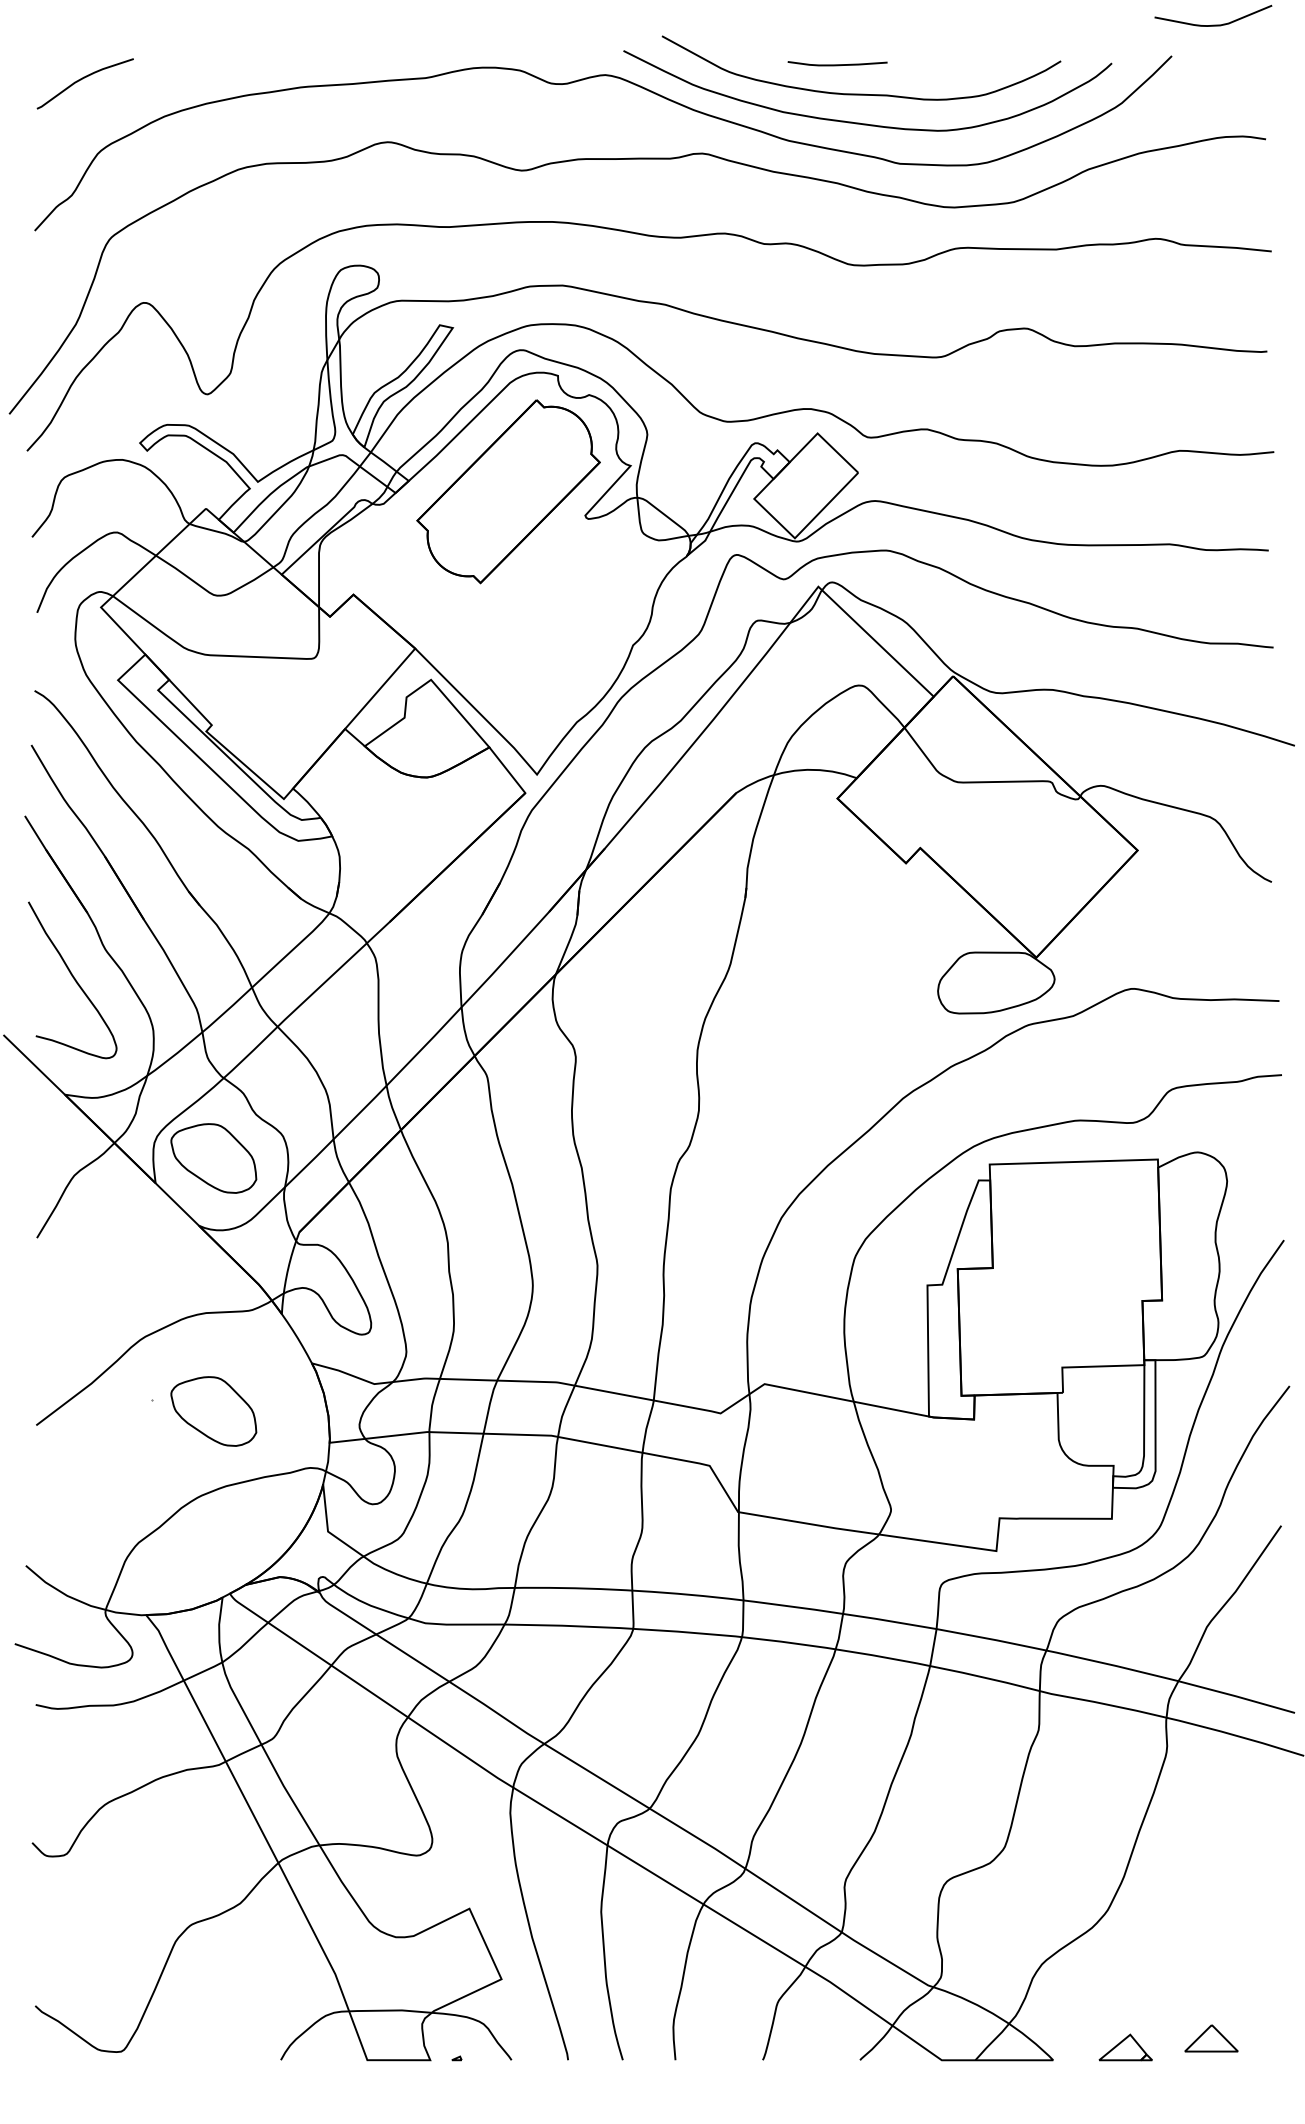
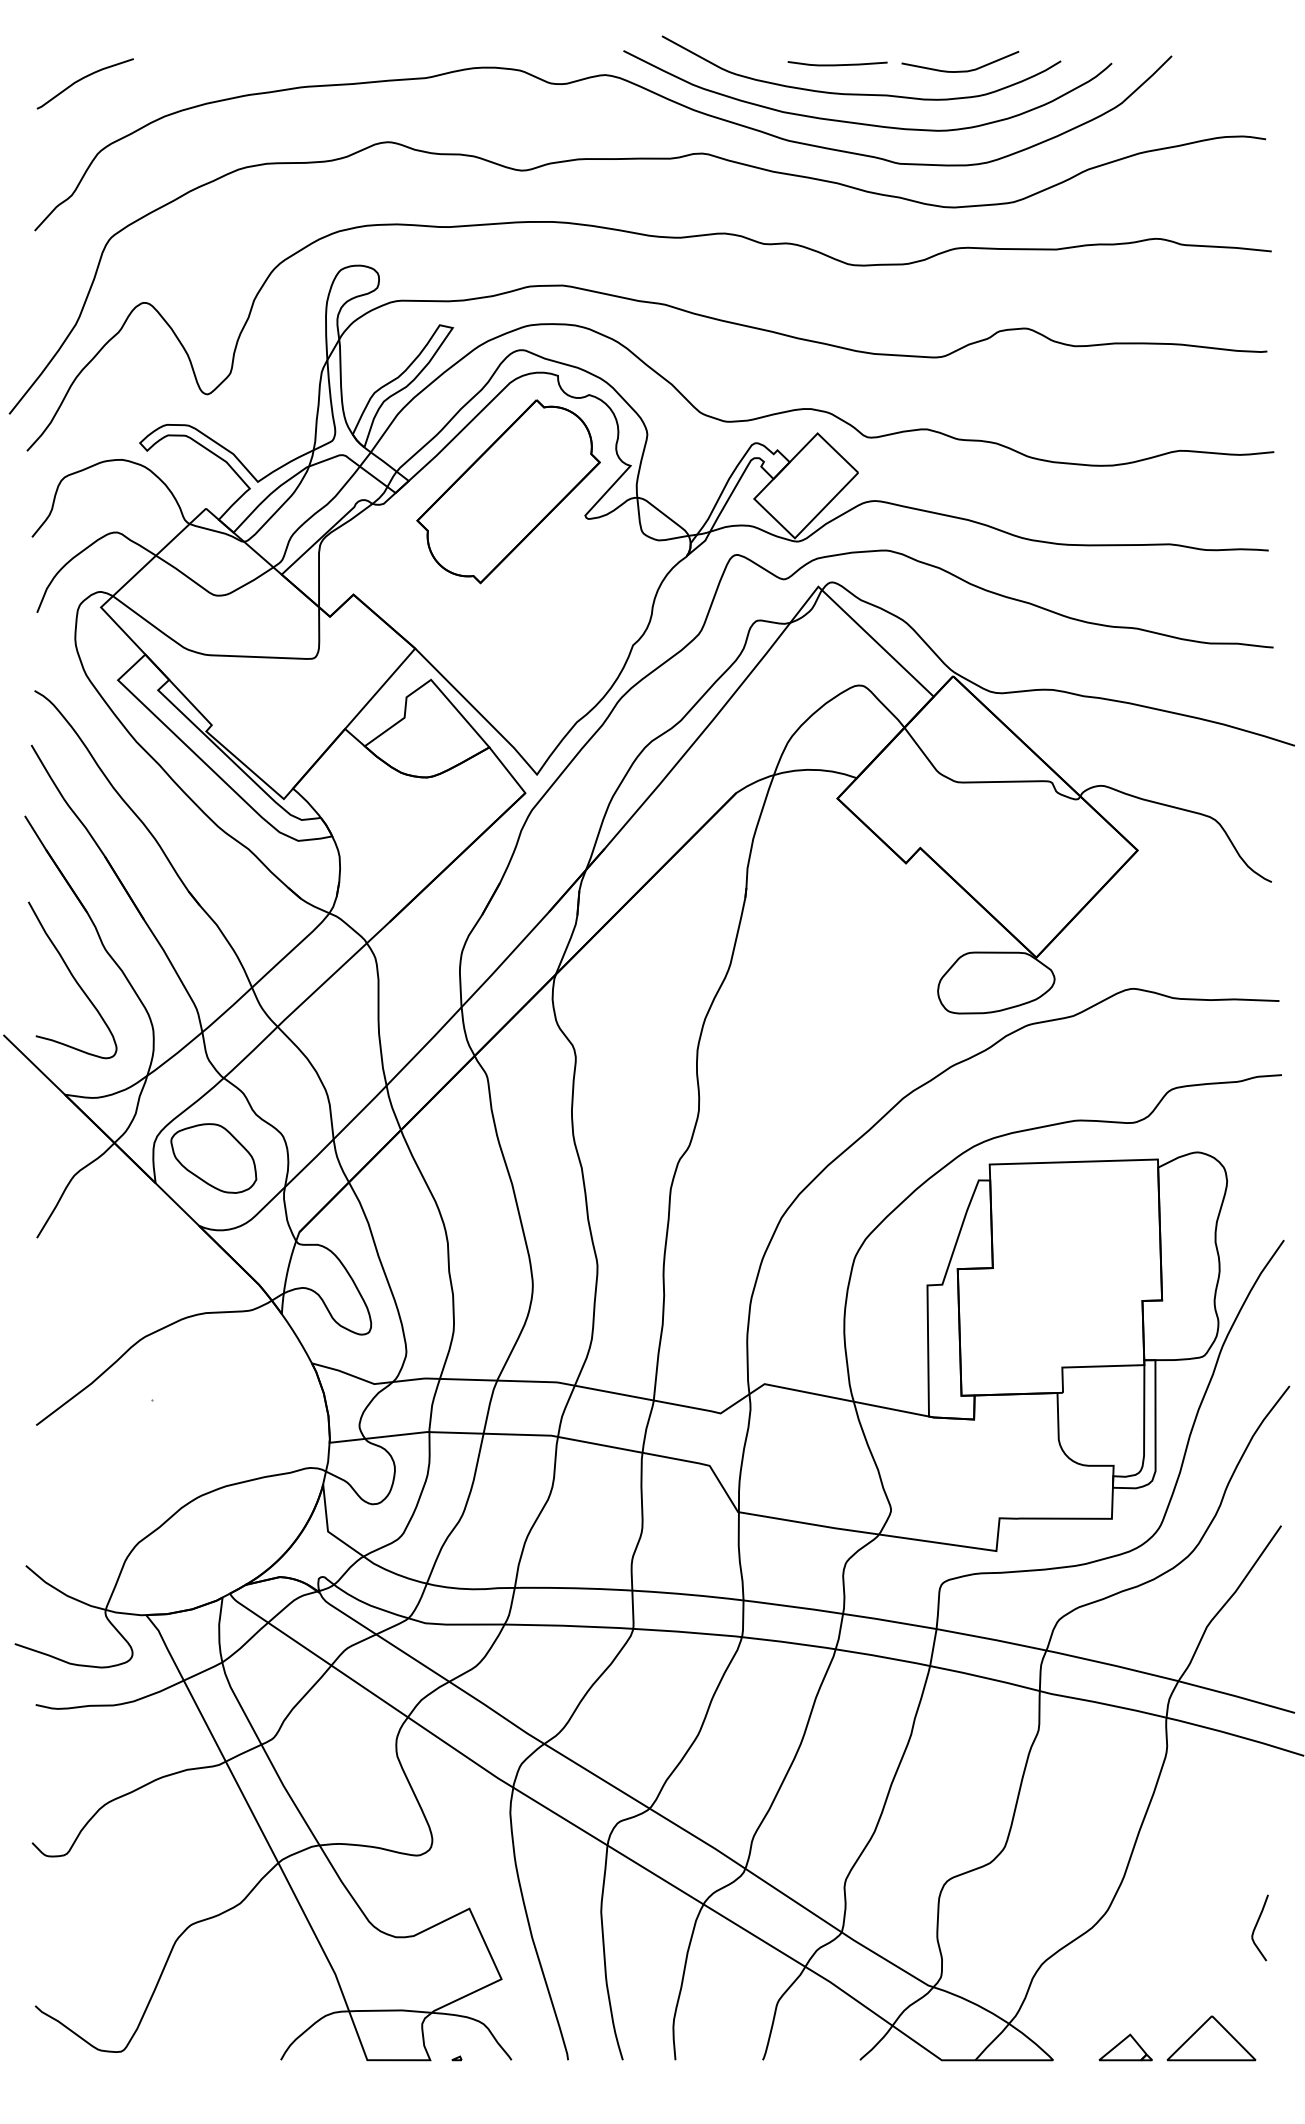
curve at (1213, 24) position: (1213, 24) -> (960, 70)
part at (213, 1411): present -> none
curve at (1256, 1927): none -> present
part at (1211, 2038) size: 55x29 px -> 91x47 px
